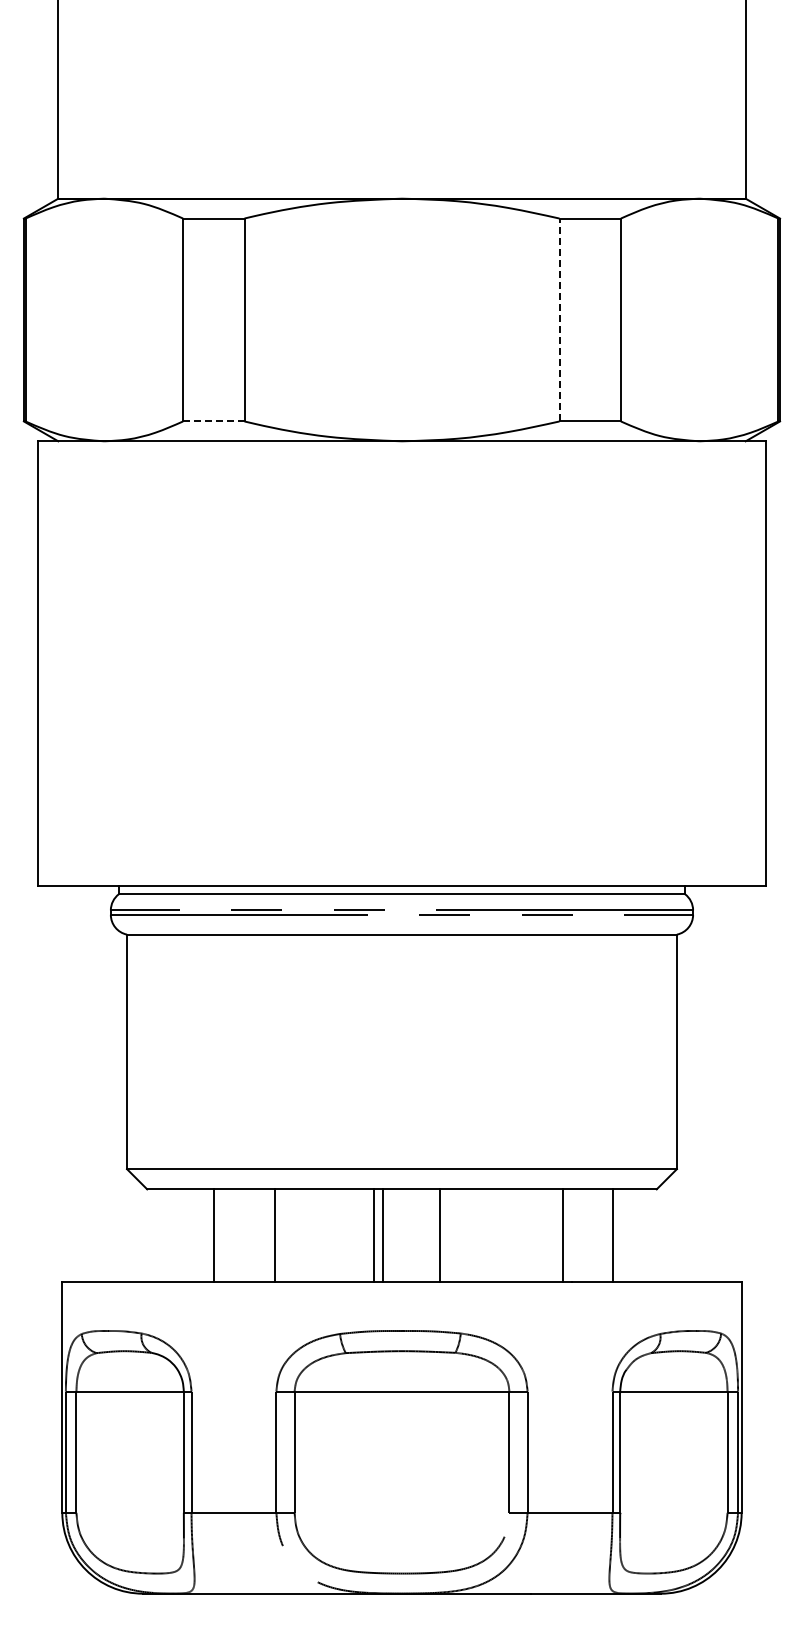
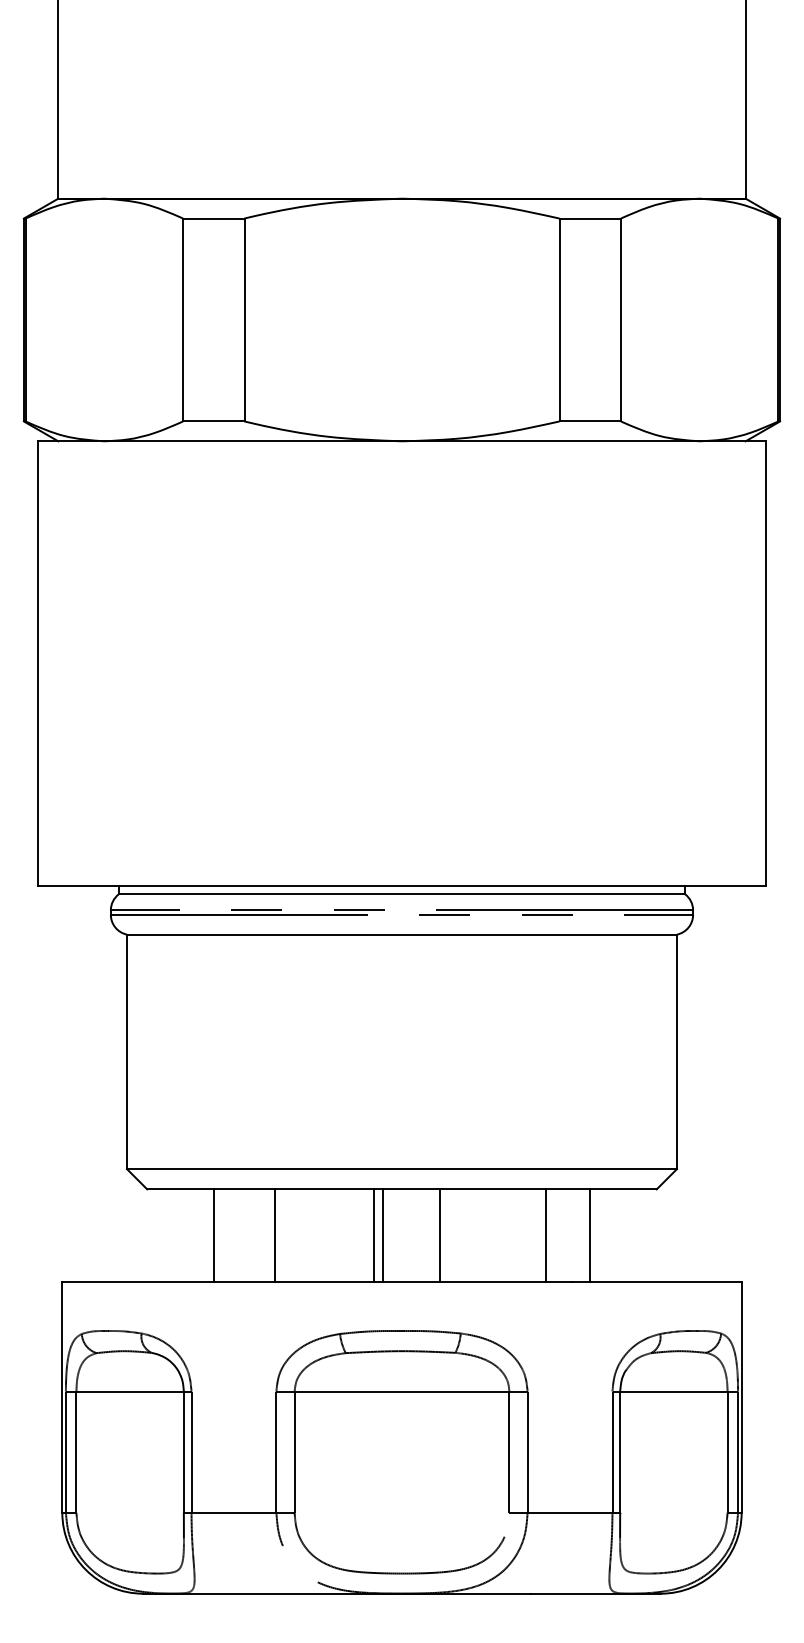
line at (559, 319): dashed -> solid
line at (213, 421): dashed -> solid
line at (562, 1235) position: (562, 1235) -> (545, 1235)
line at (612, 1235) position: (612, 1235) -> (589, 1235)
